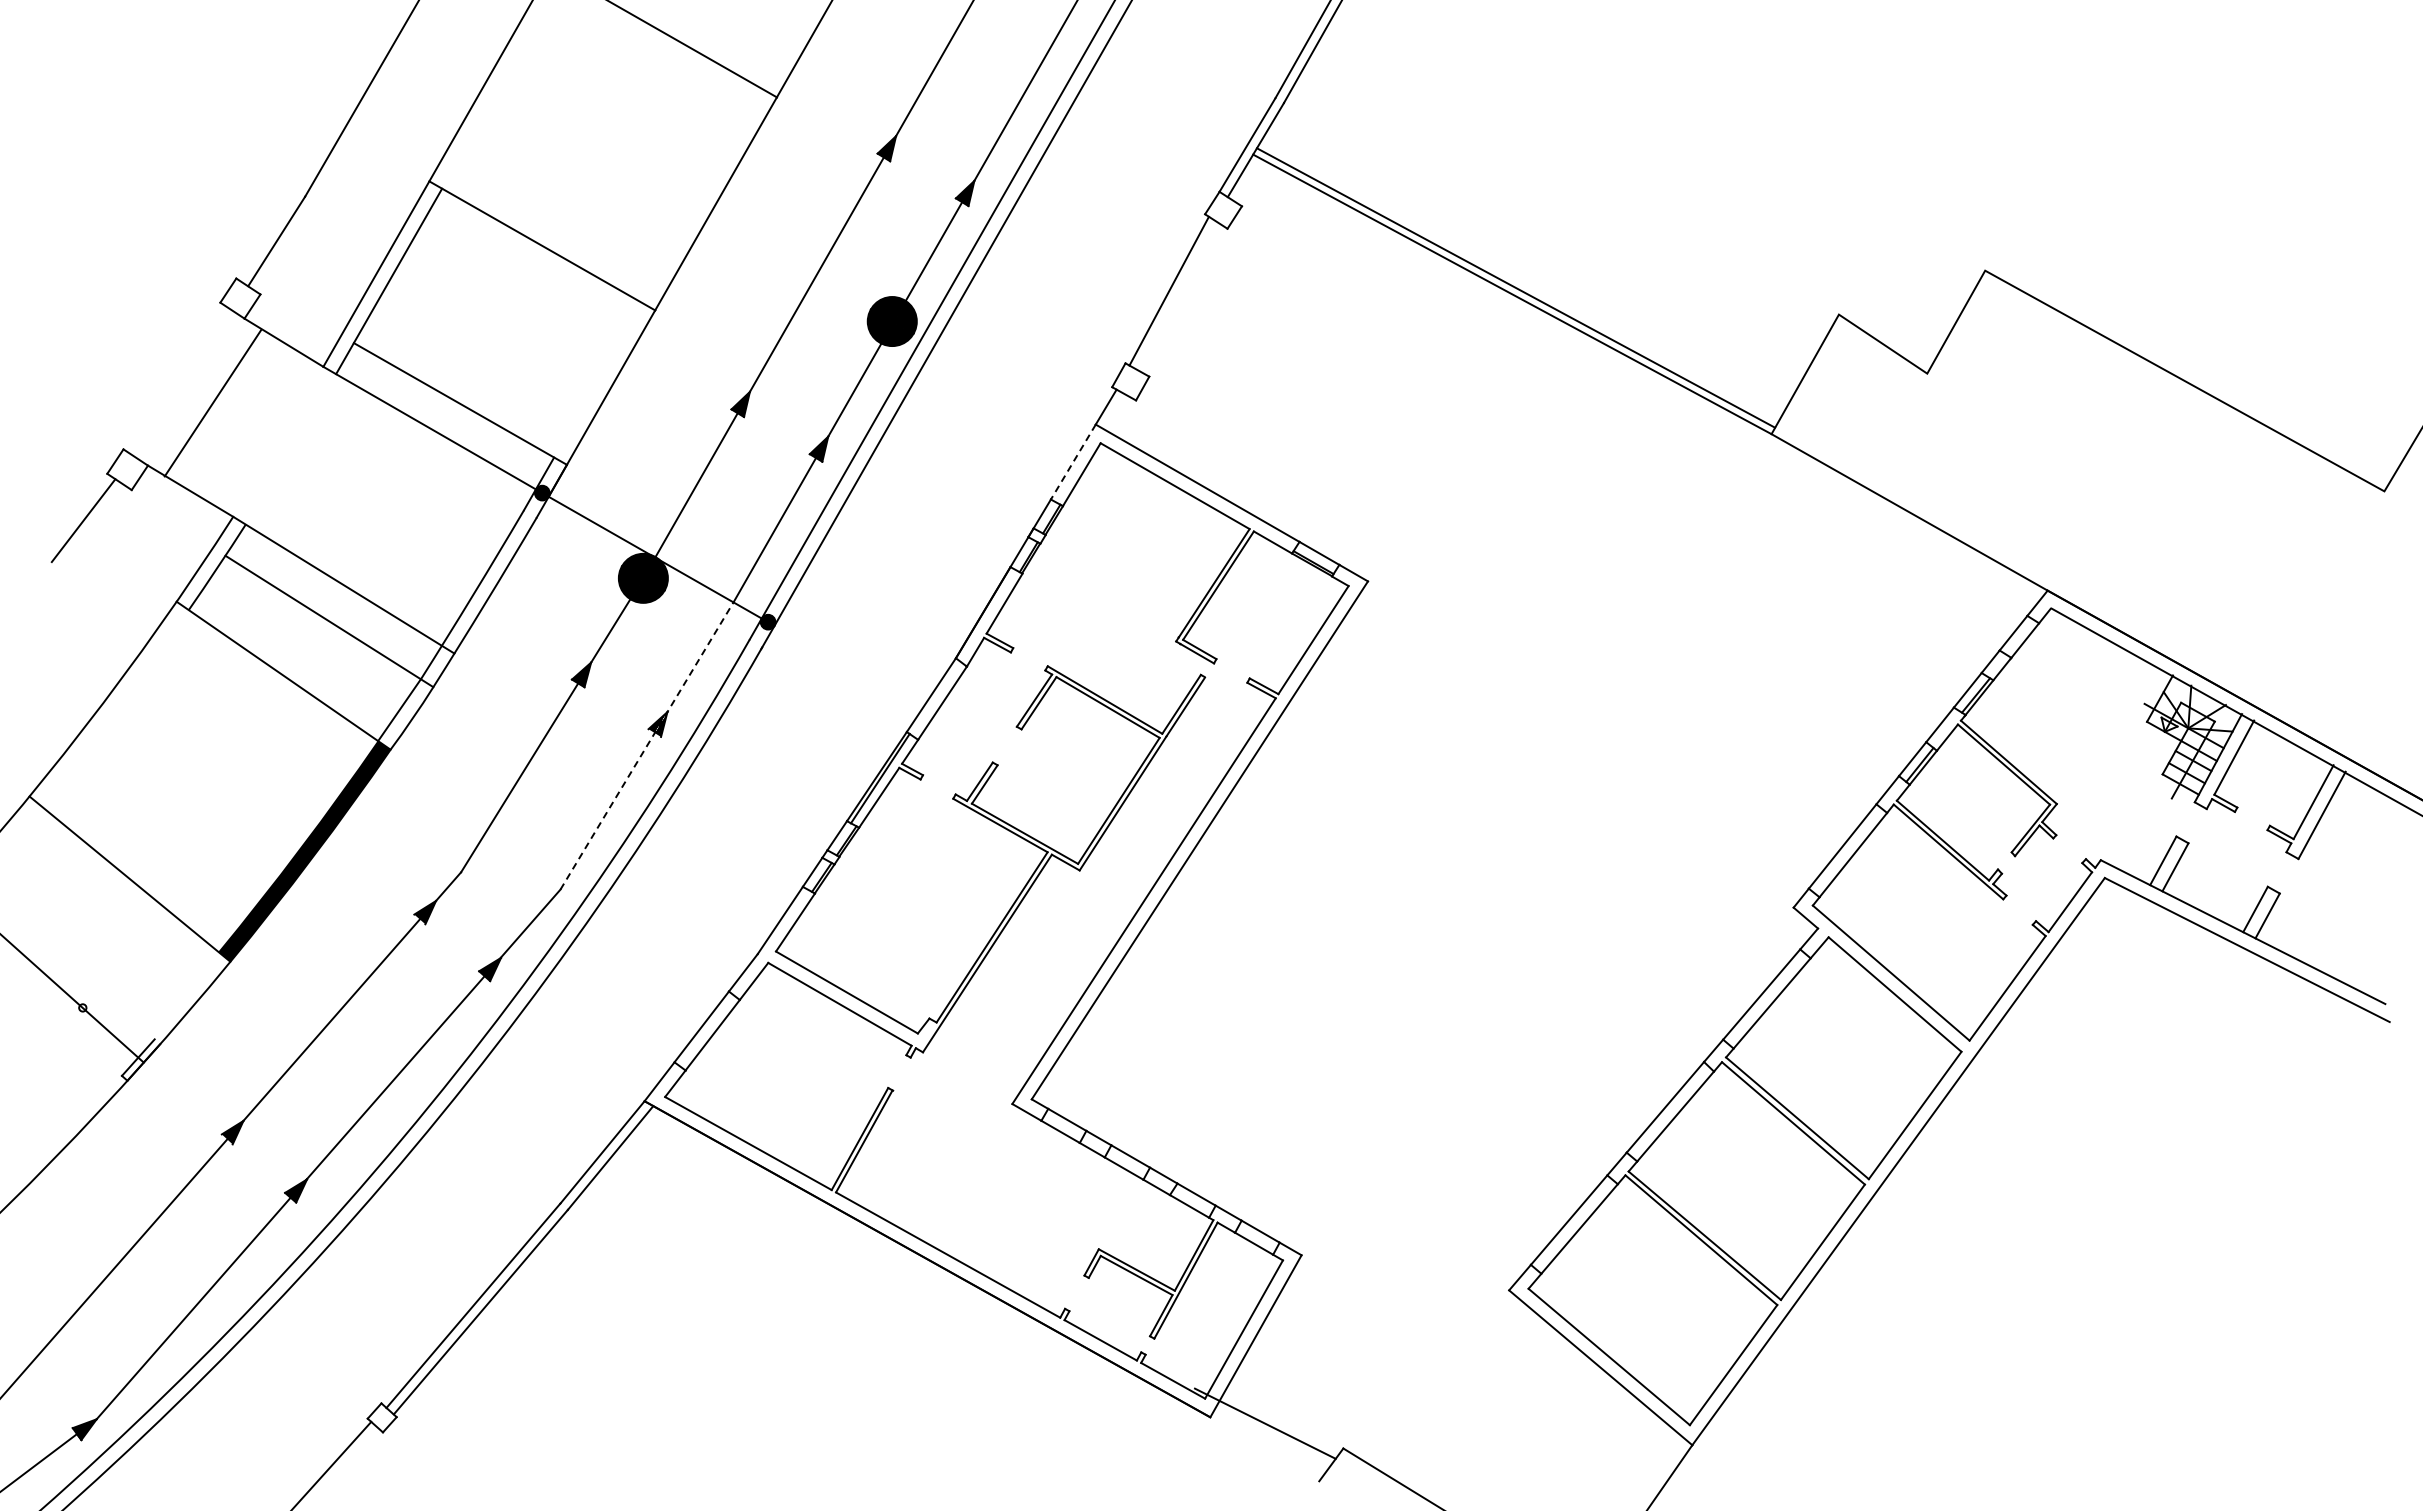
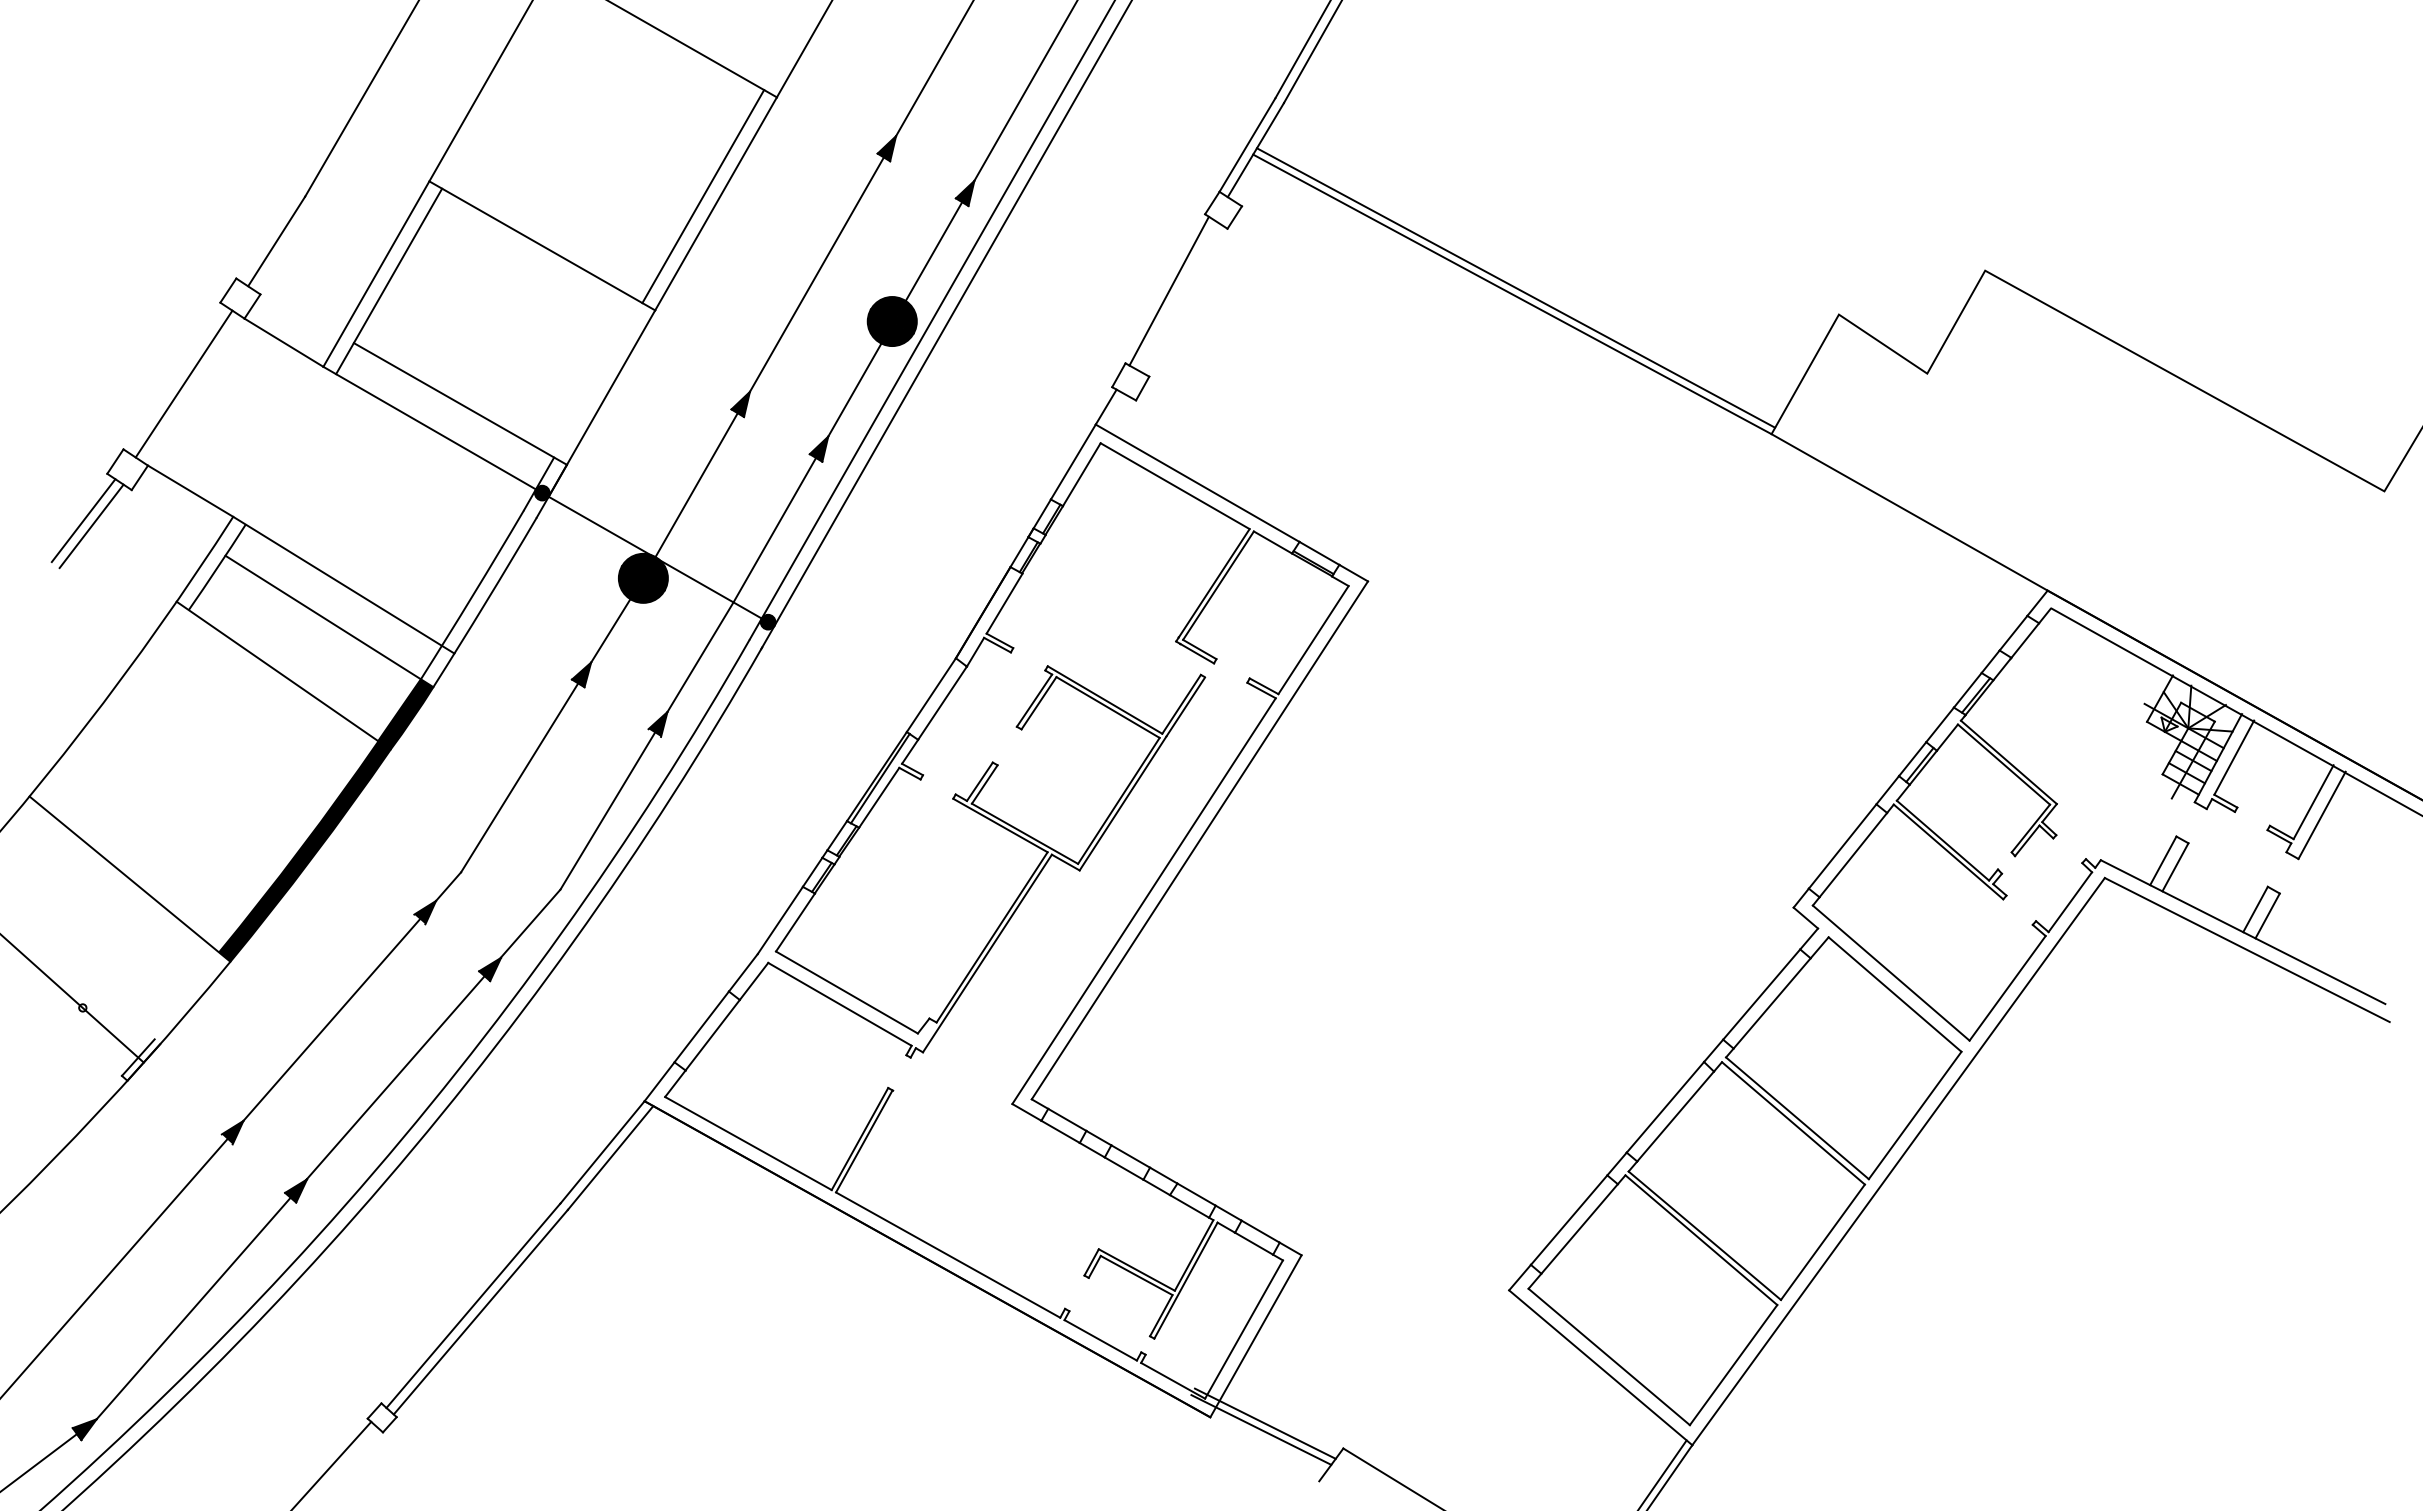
line at (703, 196): none -> present
line at (212, 402) position: (212, 402) -> (183, 383)
line at (1073, 462): dashed -> solid
line at (91, 526): none -> present
fill at (405, 714): none -> present
line at (646, 746): dashed -> solid
line at (1261, 1429): none -> present
line at (1663, 1473): none -> present
